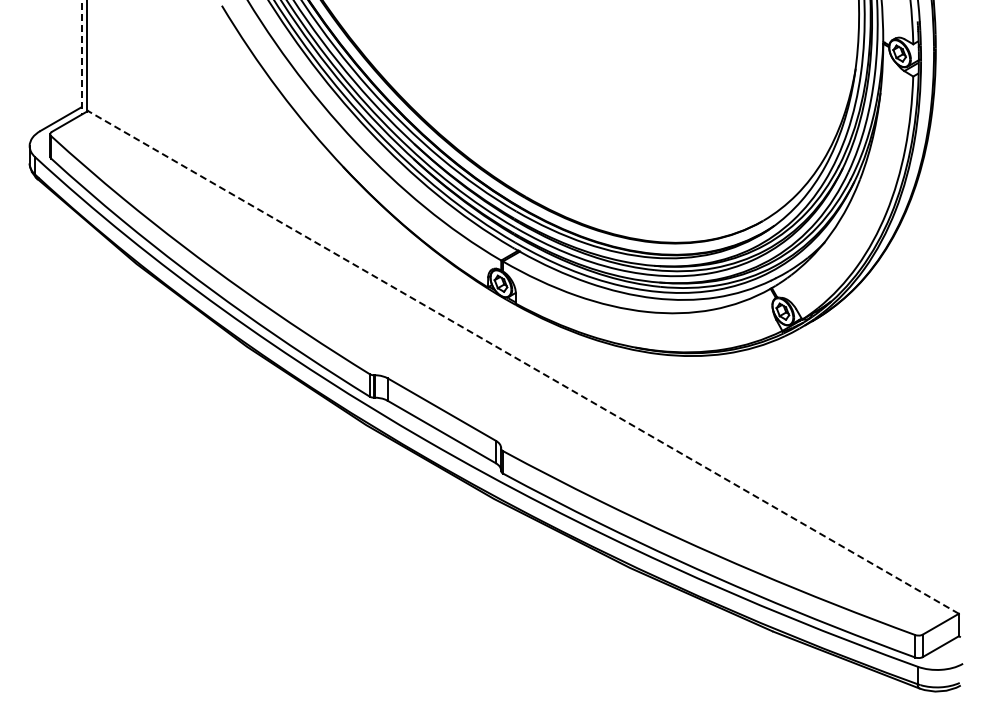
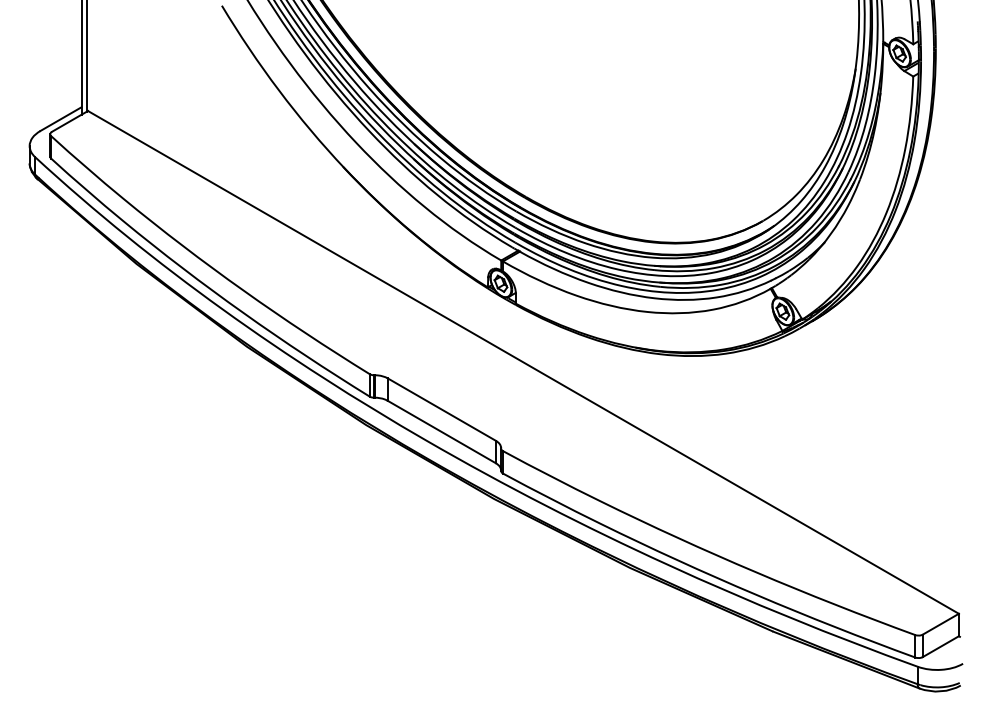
line at (81, 57): dashed -> solid
line at (523, 362): dashed -> solid
